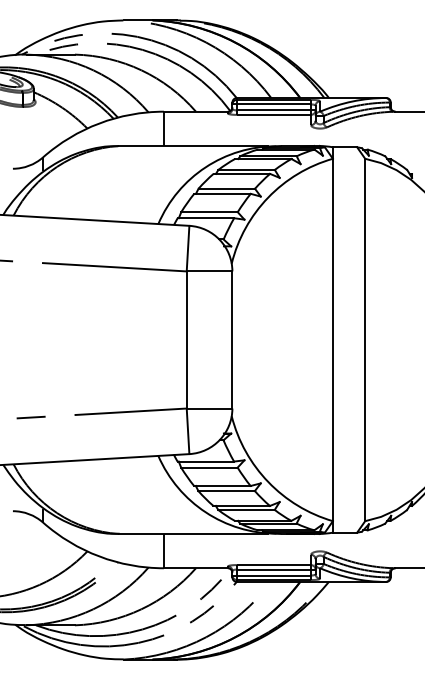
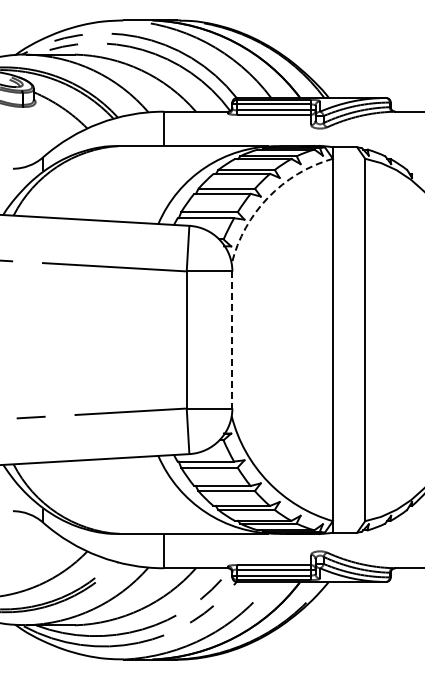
arc at (268, 197): solid -> dashed
line at (232, 339): solid -> dashed
